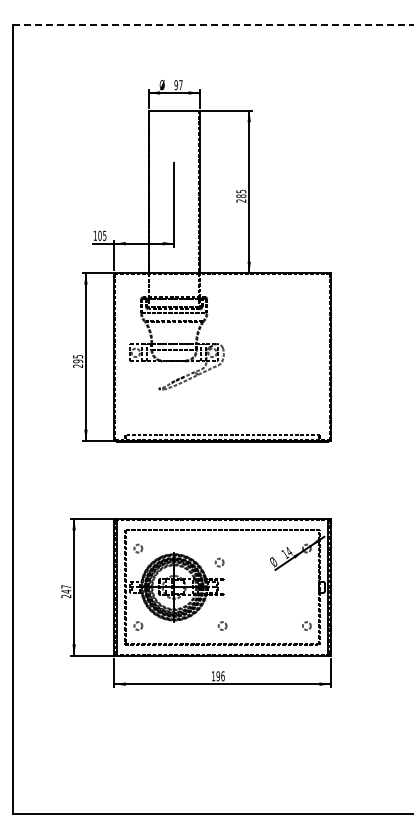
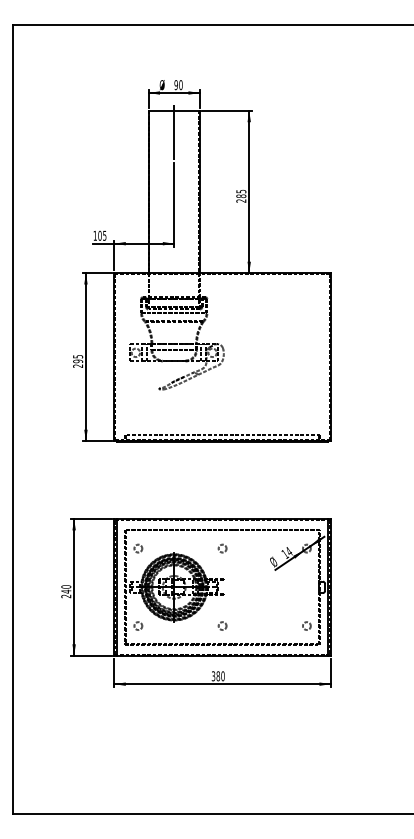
line at (213, 25): dashed -> solid
text at (180, 85): 97 -> 90
line at (174, 132): none -> present
circle at (219, 562) position: (219, 562) -> (222, 548)
text at (66, 586): 247 -> 240
text at (217, 676): 196 -> 380
